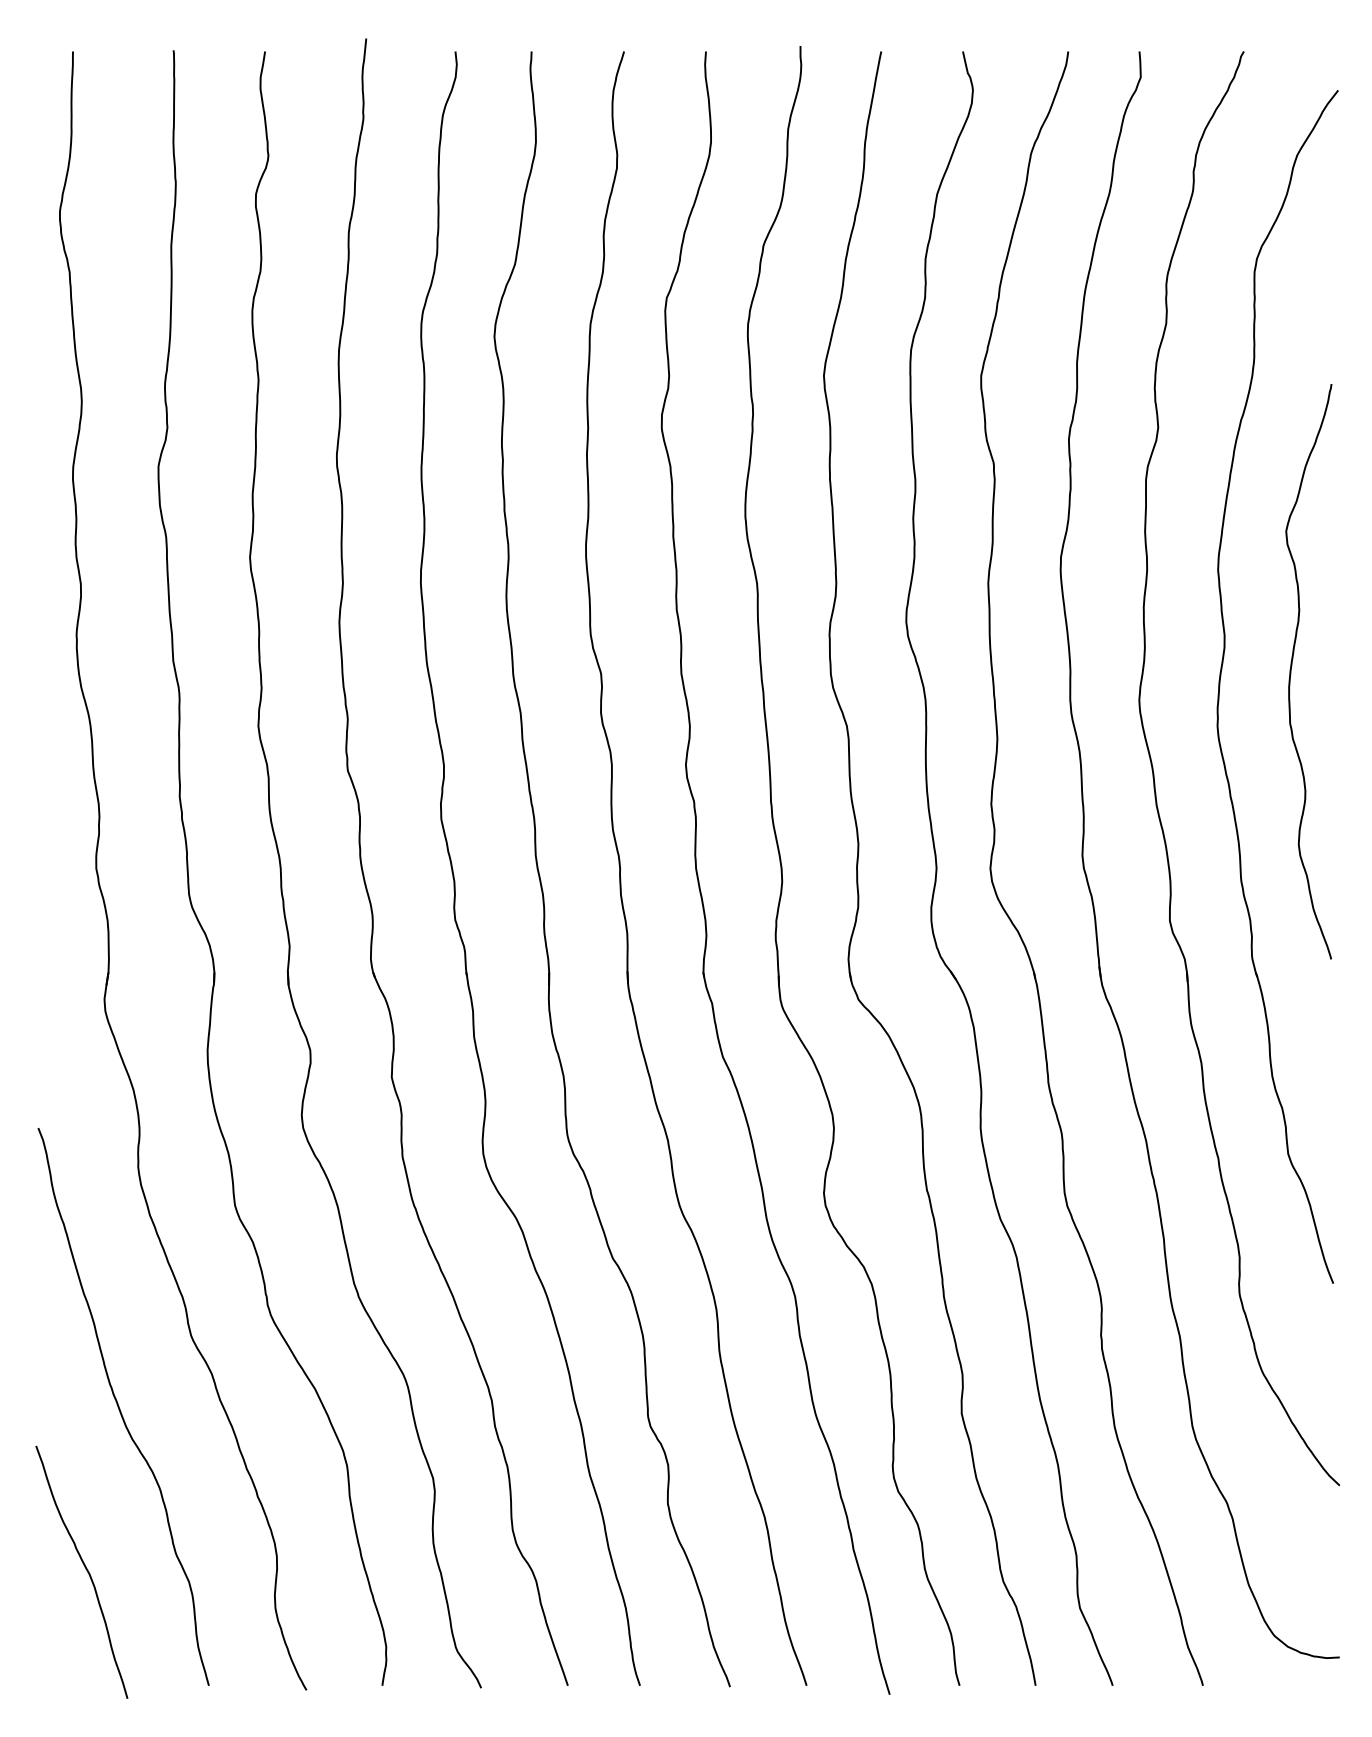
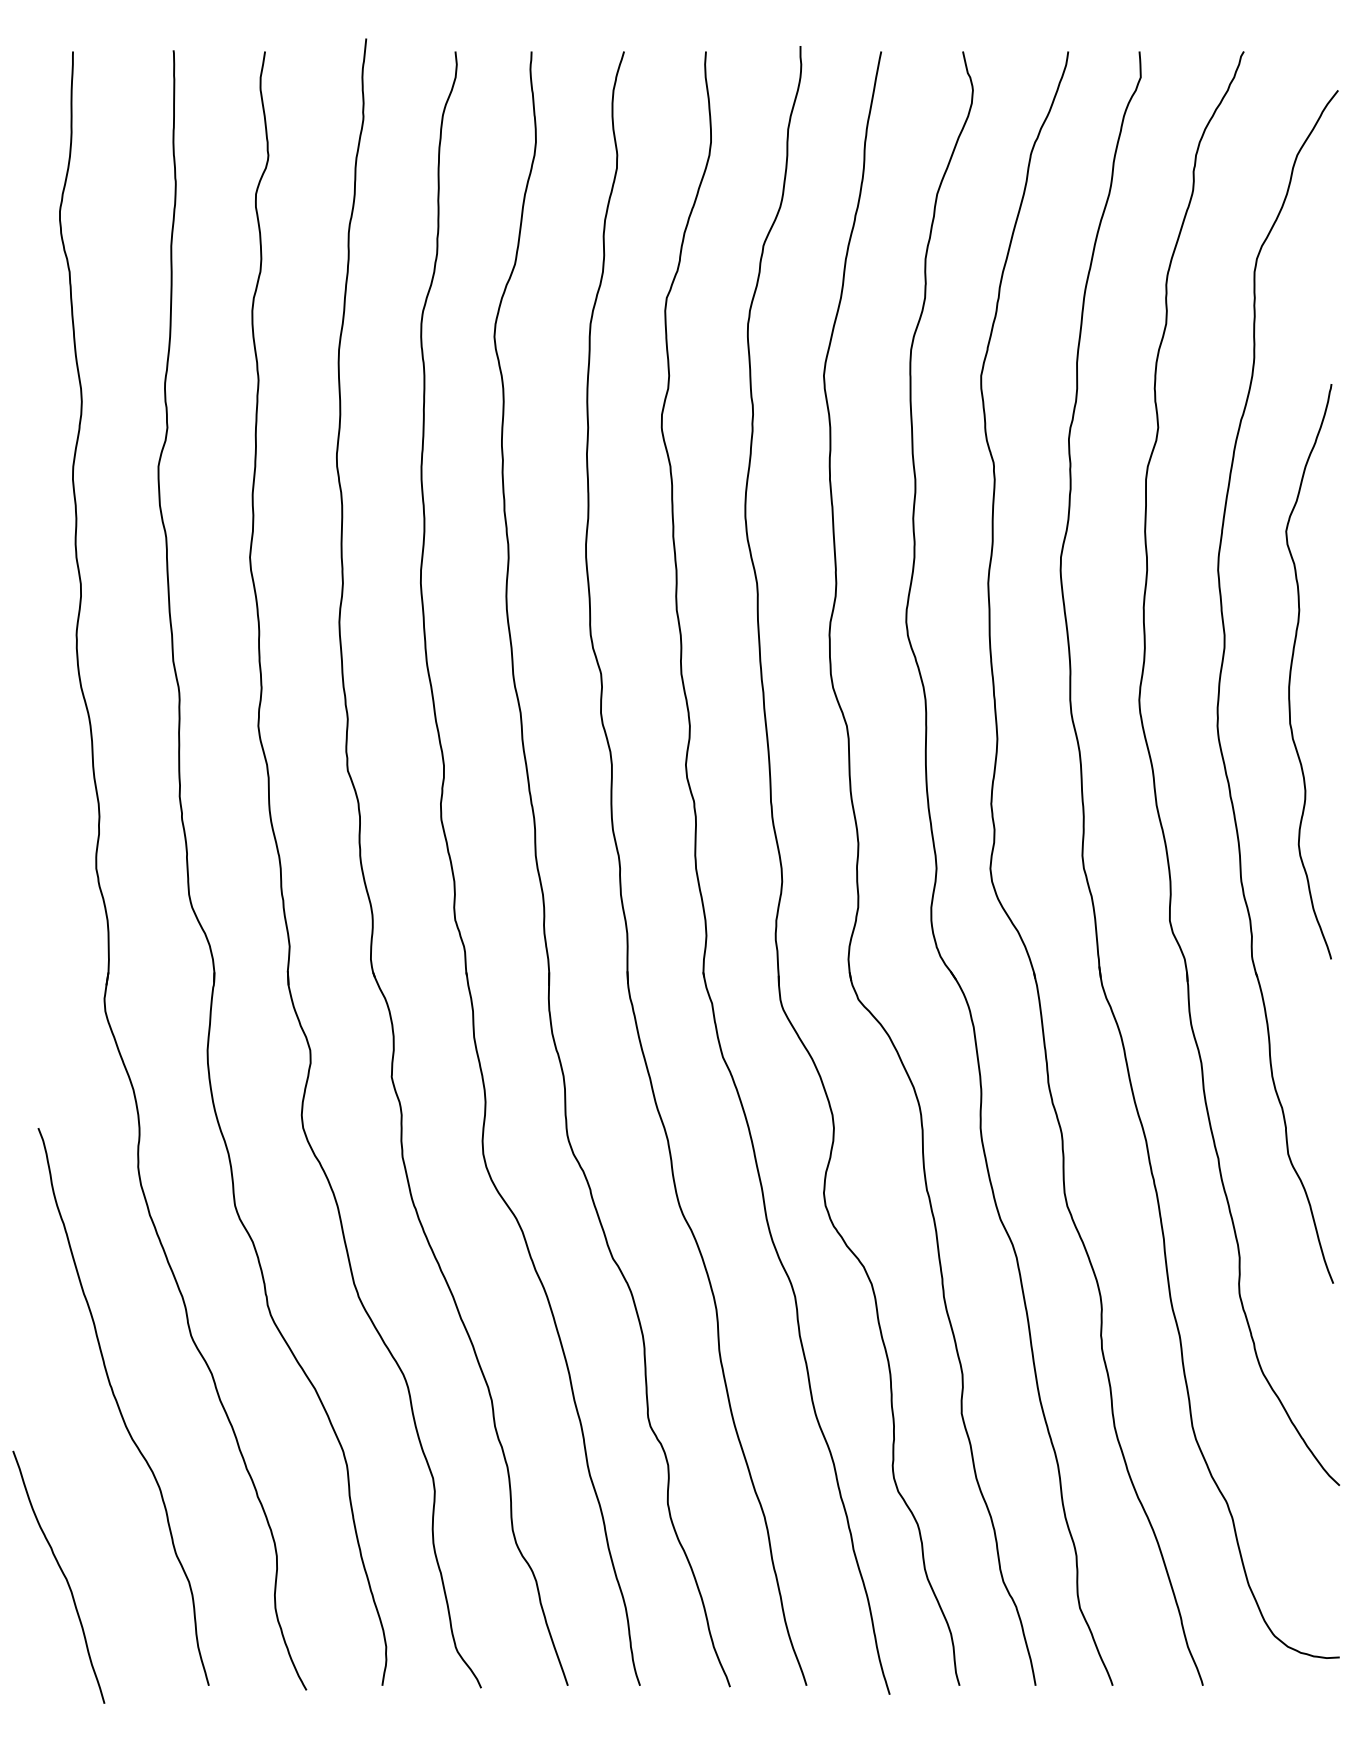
curve at (85, 1569) position: (85, 1569) -> (62, 1574)
